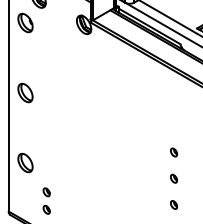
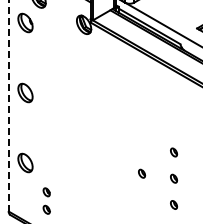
line at (170, 18): present -> none
line at (8, 105): solid -> dashed
part at (142, 173): none -> present
